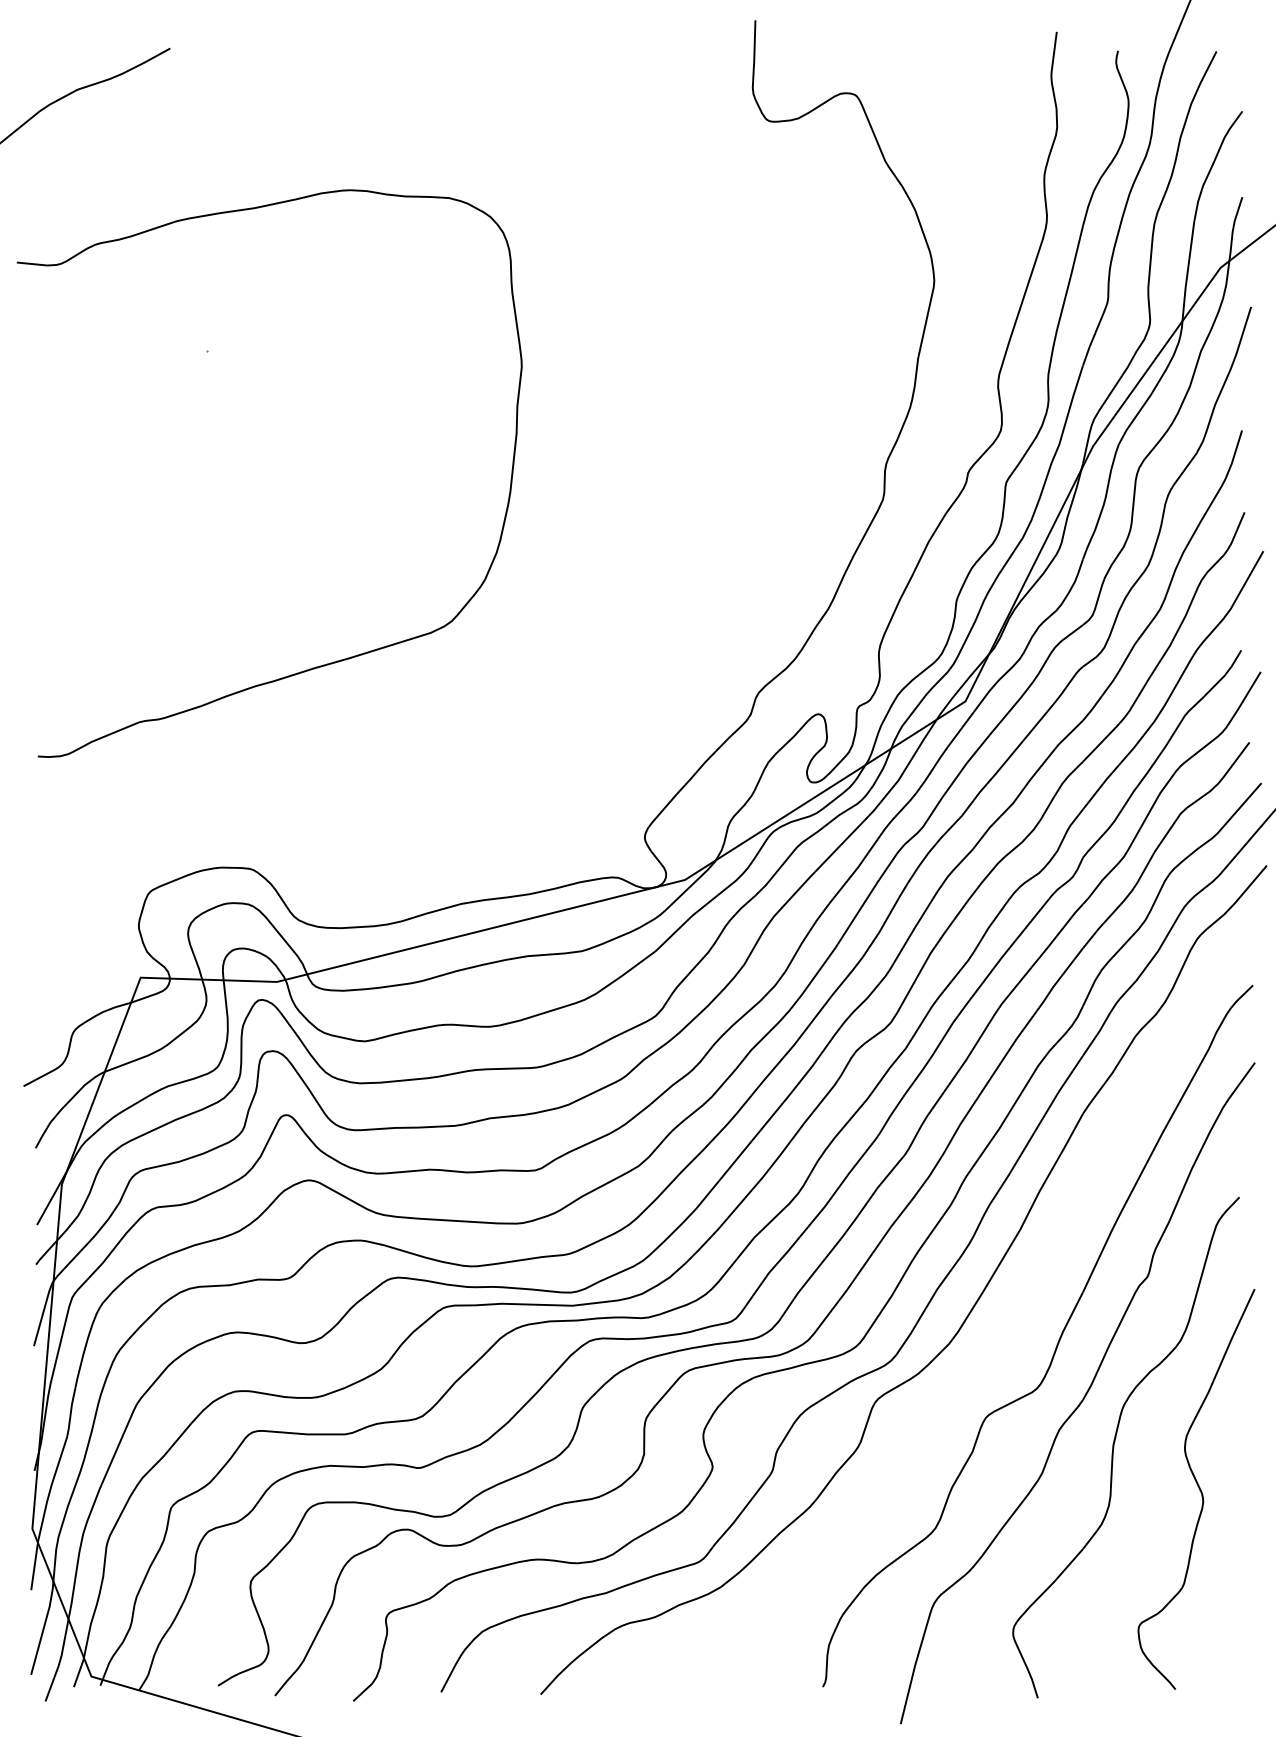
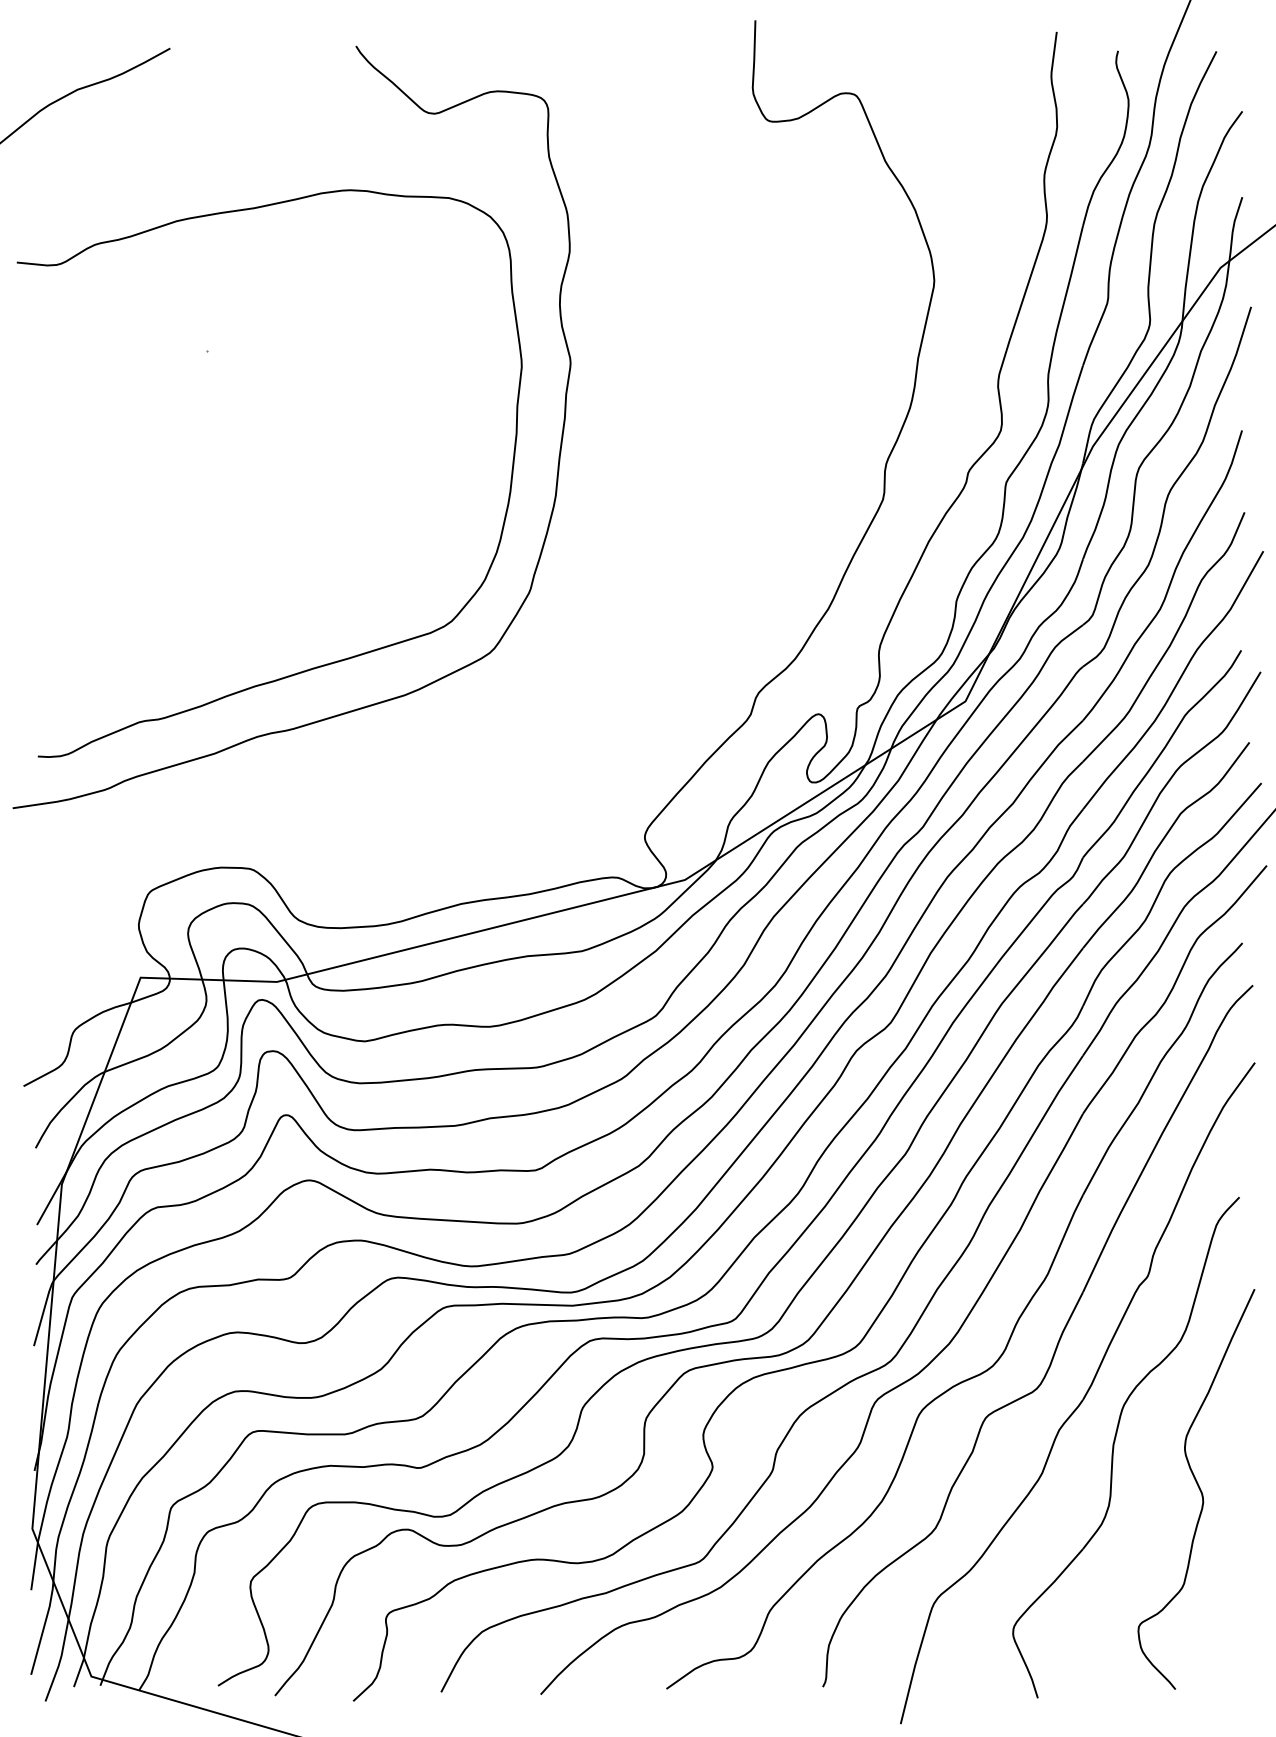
curve at (558, 456): none -> present
part at (1009, 1336): none -> present
